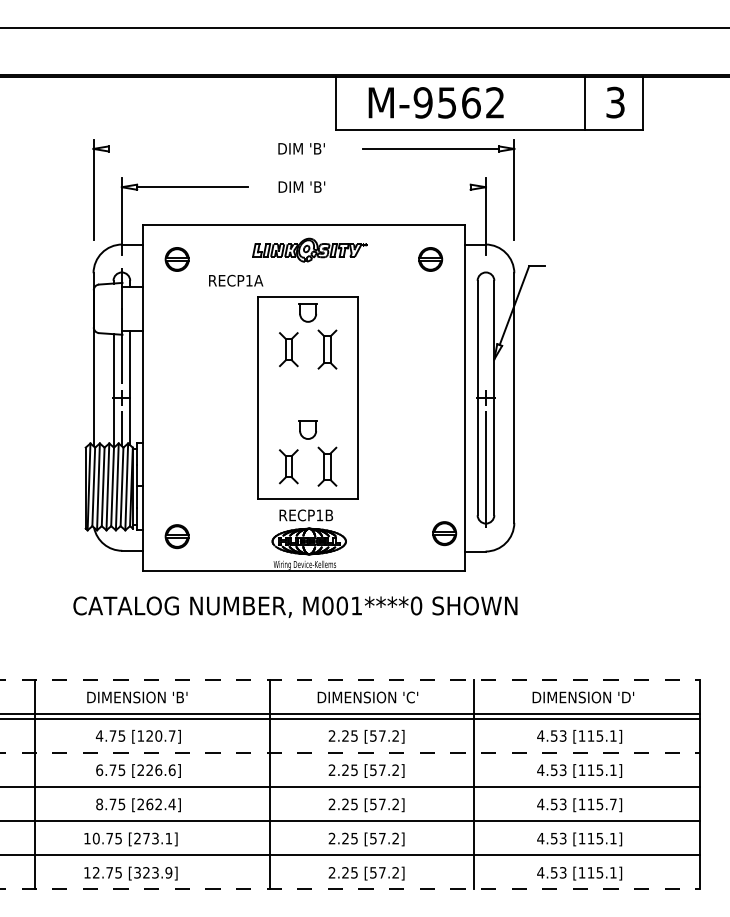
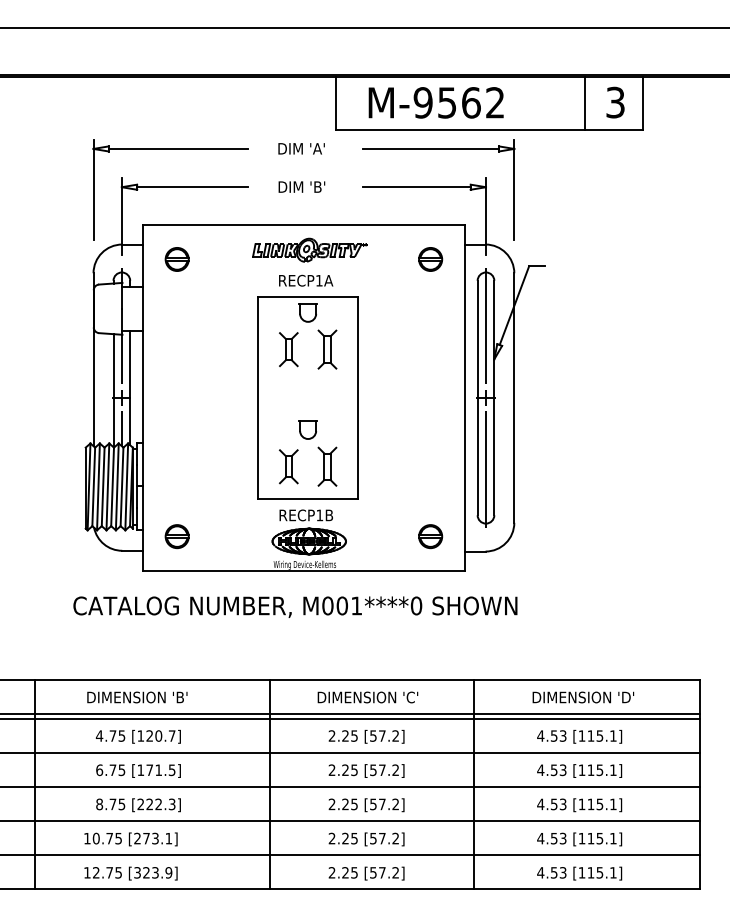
line at (177, 148): none -> present
text at (317, 148): DIM 'B' -> DIM 'A'
line at (416, 187): none -> present
text at (236, 280) position: (236, 280) -> (306, 280)
line at (485, 325): none -> present
part at (444, 533) position: (444, 533) -> (430, 536)
line at (350, 679): dashed -> solid
line at (350, 752): dashed -> solid
text at (156, 770): [226.6] -> [171.5]
text at (160, 804): [262.4] -> [222.3]
text at (613, 804): [115.7] -> [115.1]
line at (350, 889): dashed -> solid
